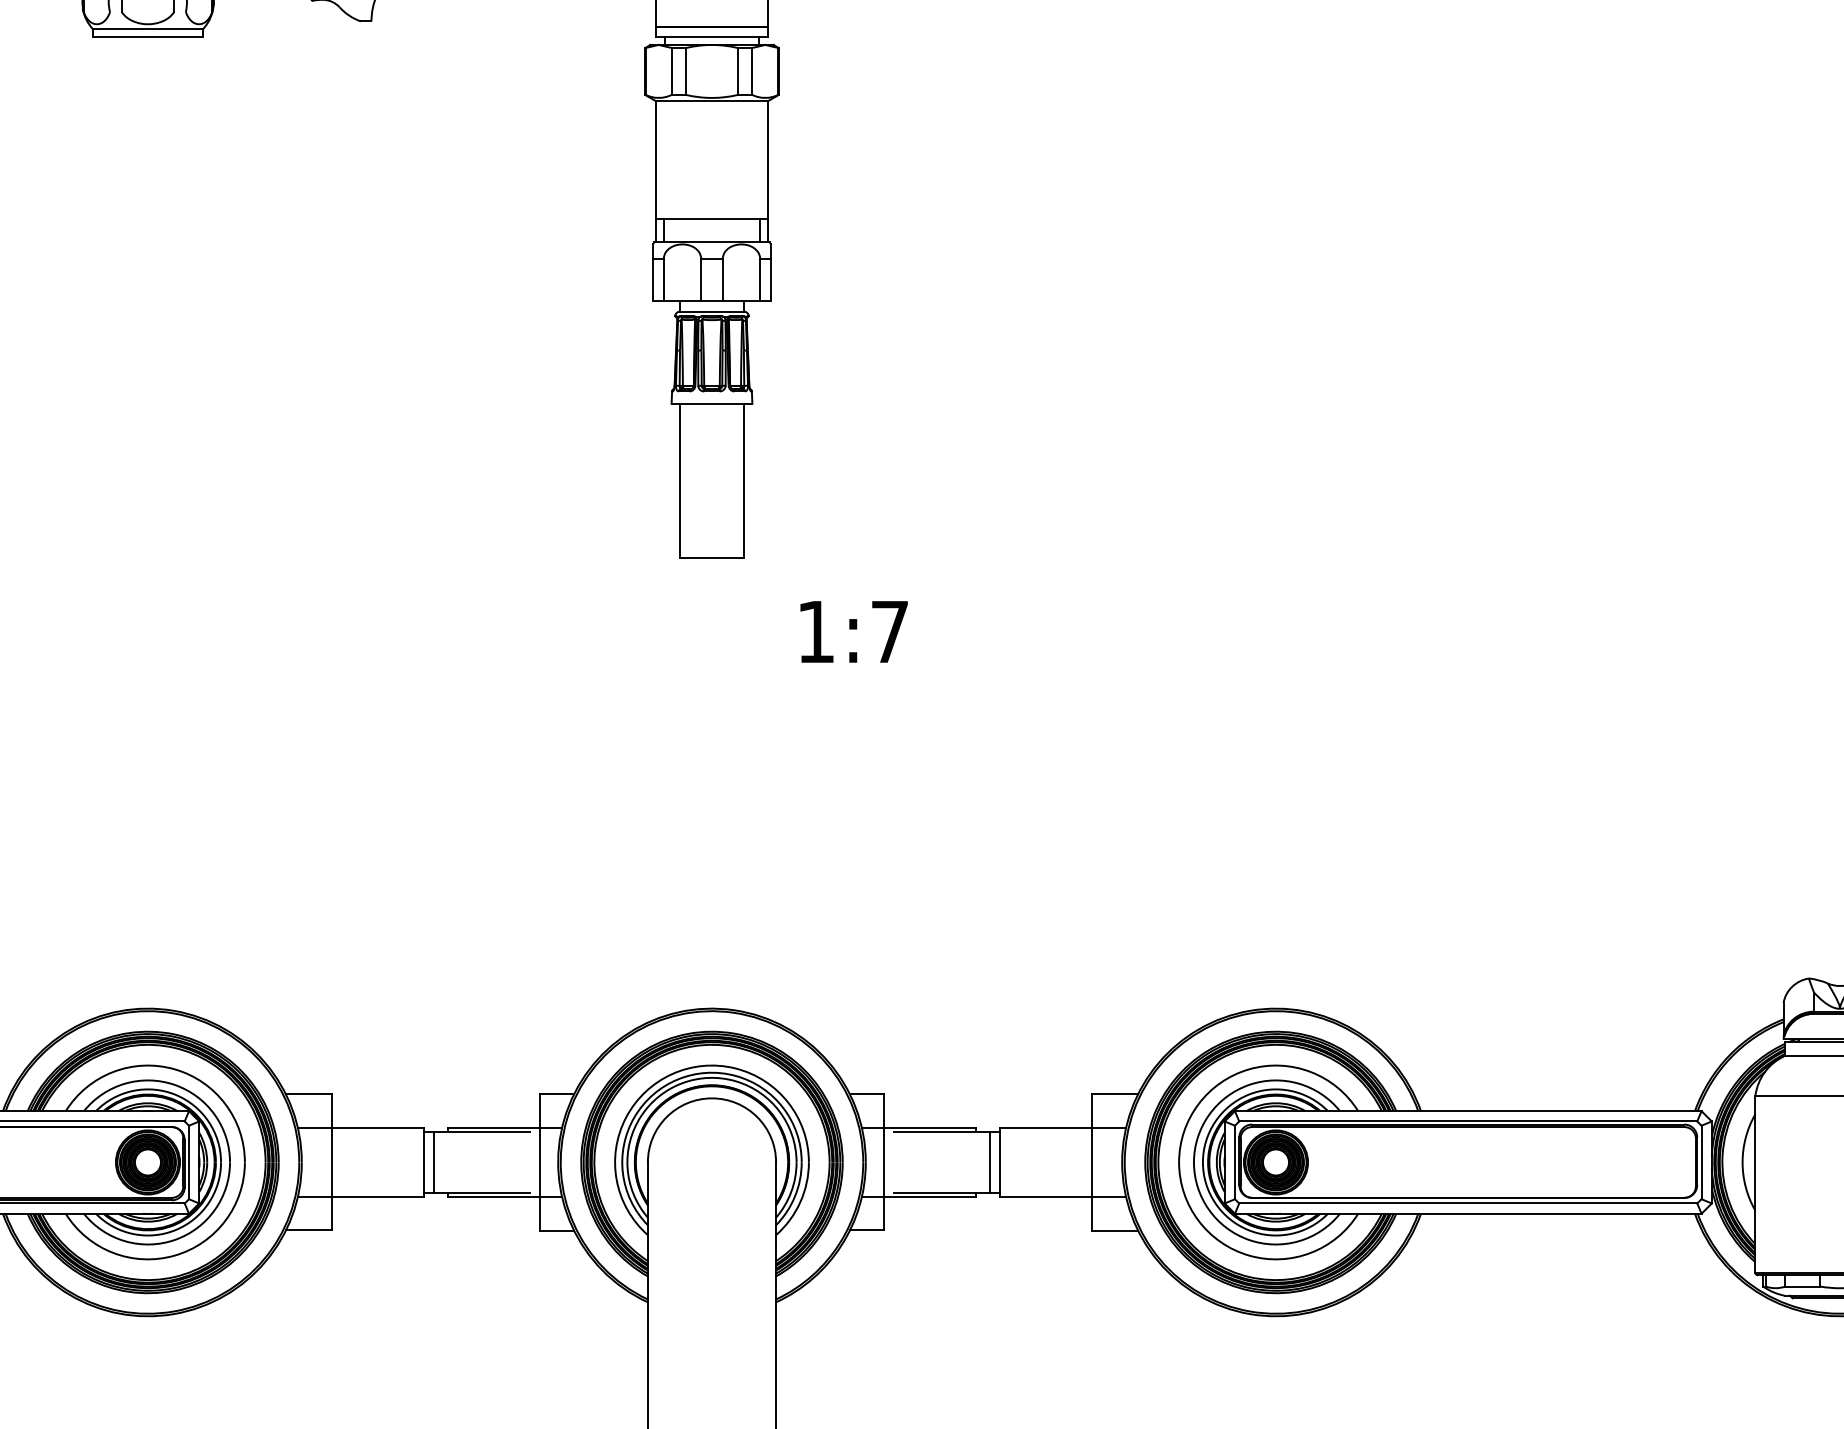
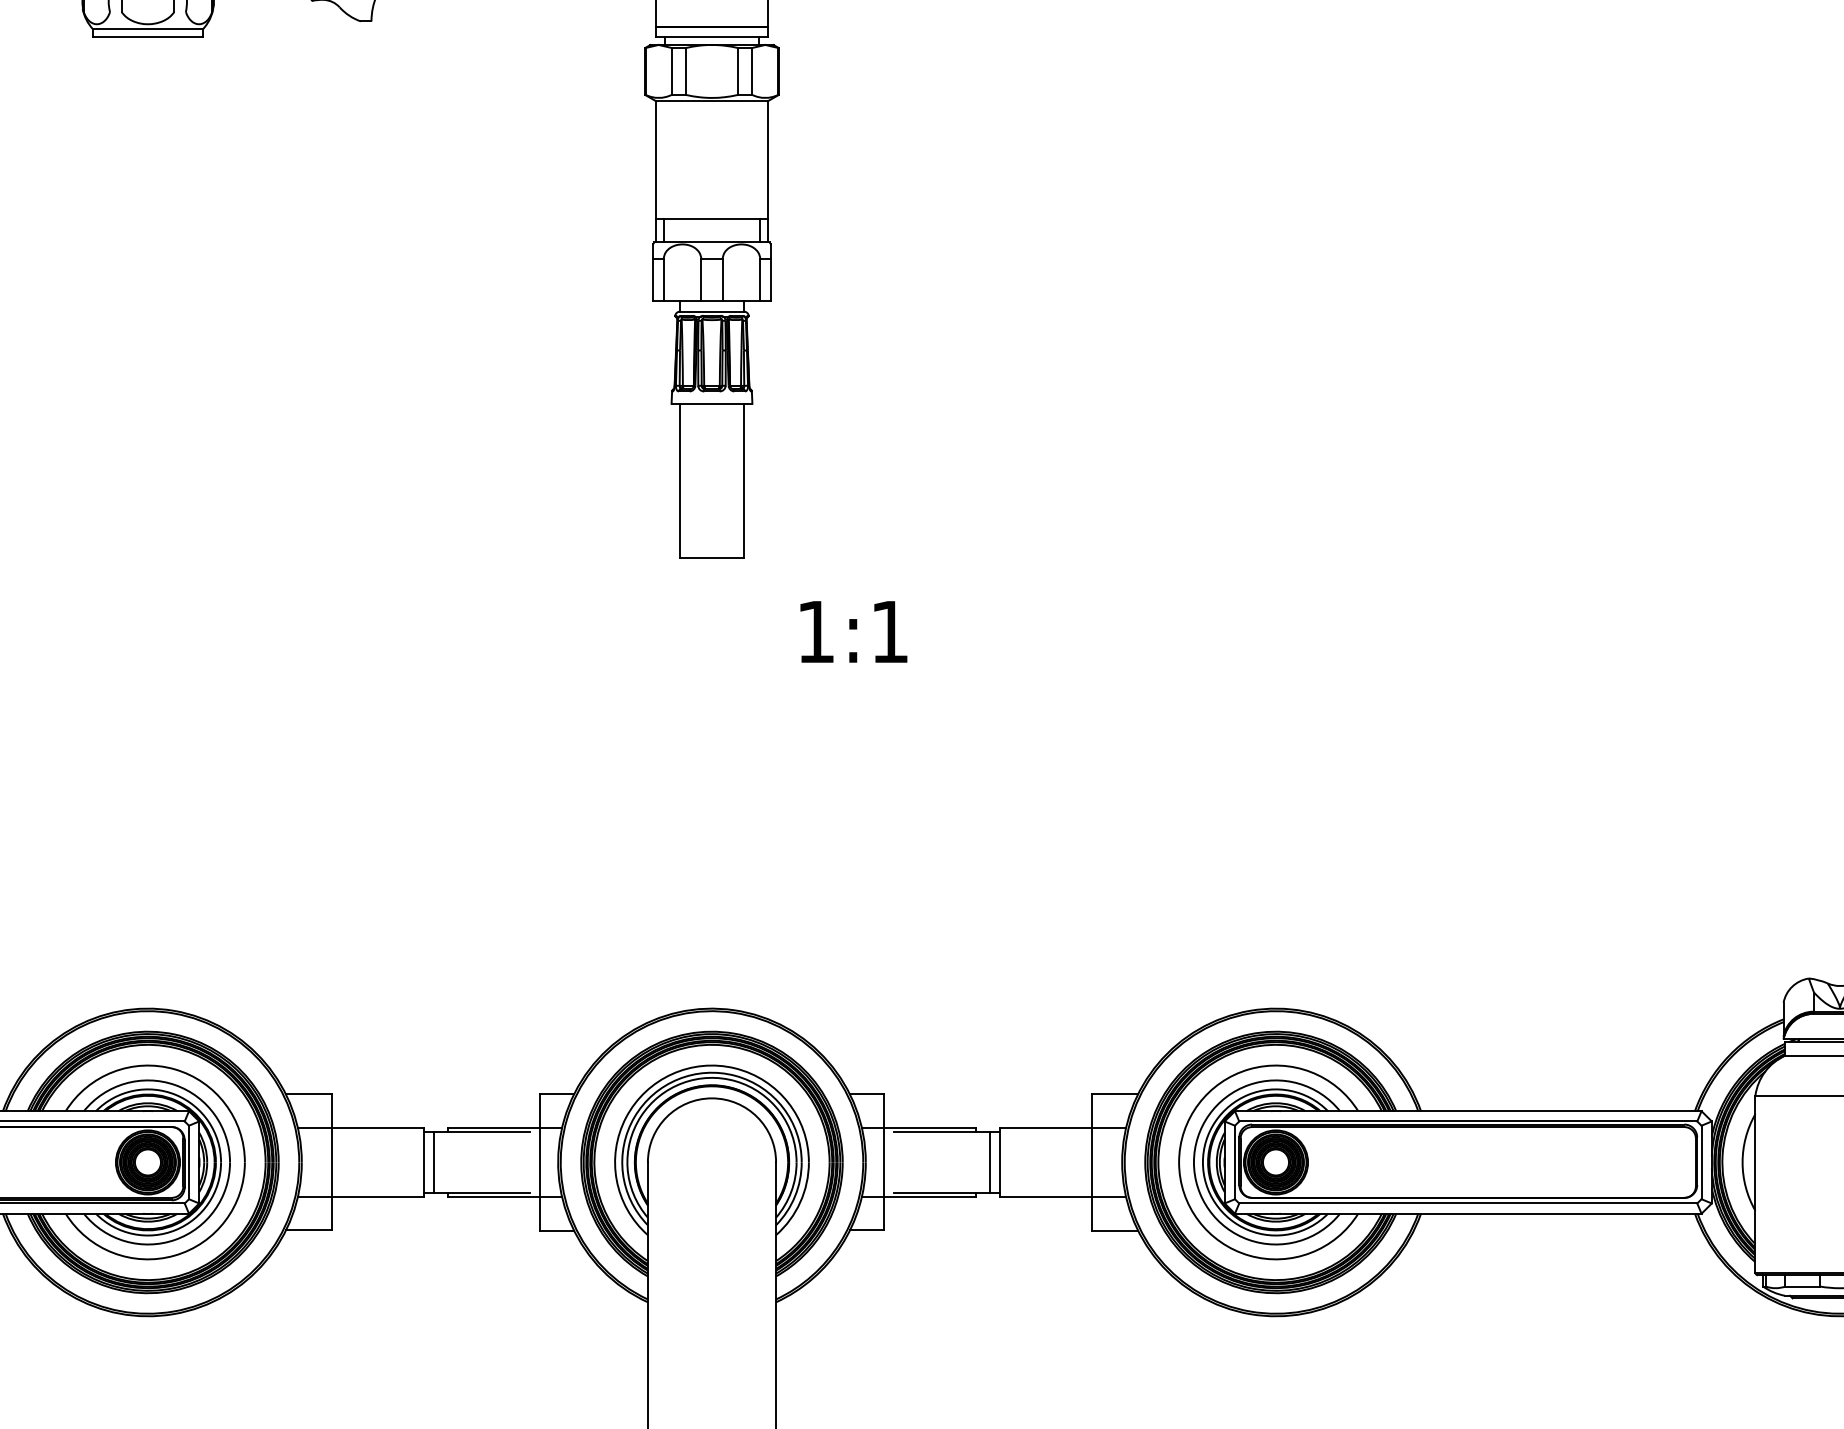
text at (889, 631): 1:7 -> 1:1
